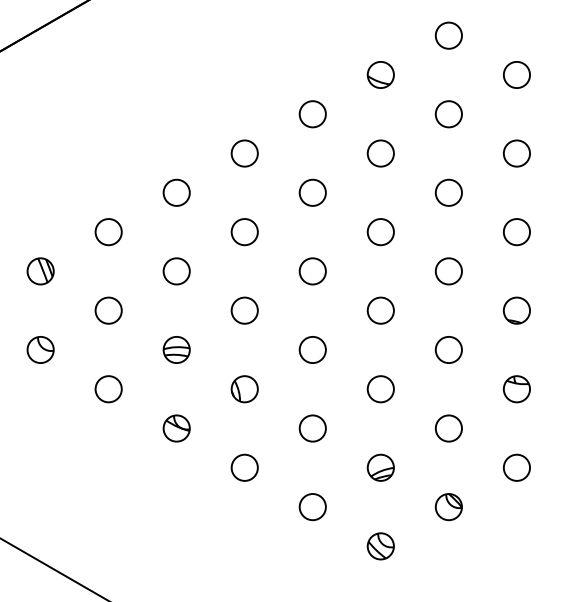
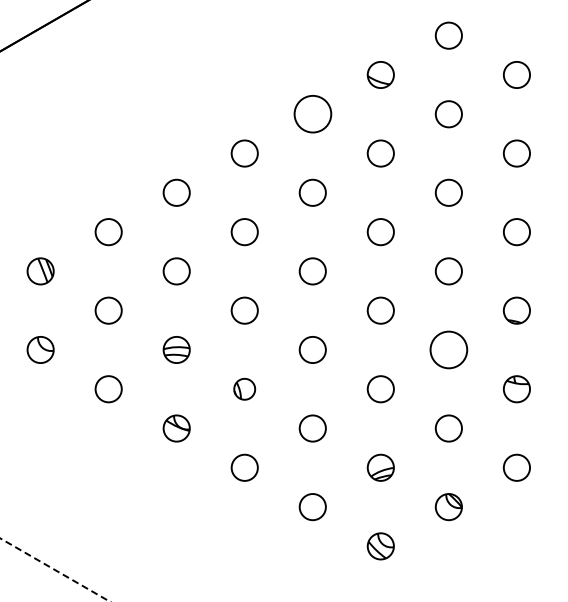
circle at (312, 114) size: 29x29 px -> 40x39 px
circle at (448, 349) diameter: 26 px -> 37 px
part at (244, 389) size: 29x29 px -> 24x24 px
line at (55, 570): solid -> dashed
